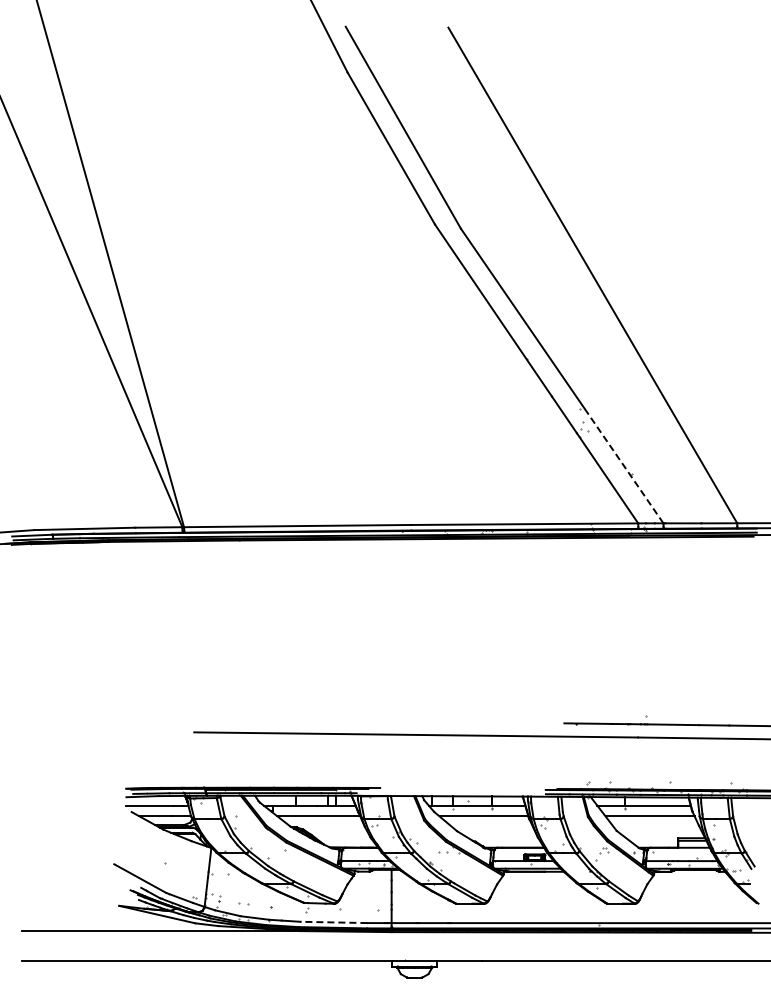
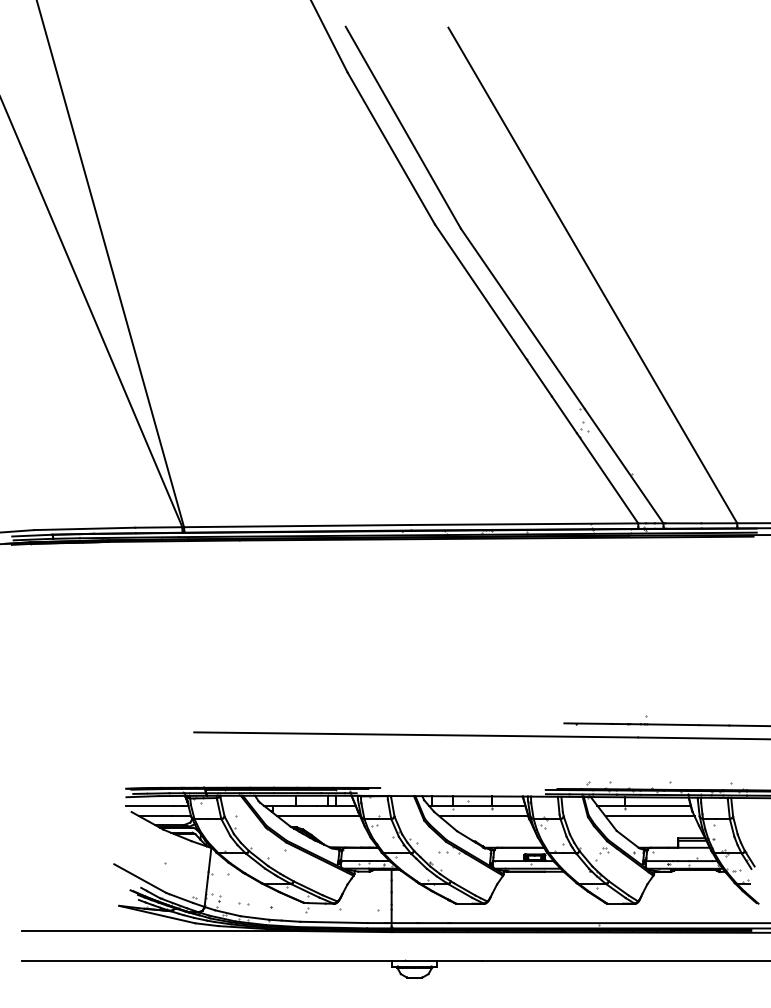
line at (623, 465): dashed -> solid
line at (333, 922): dashed -> solid
